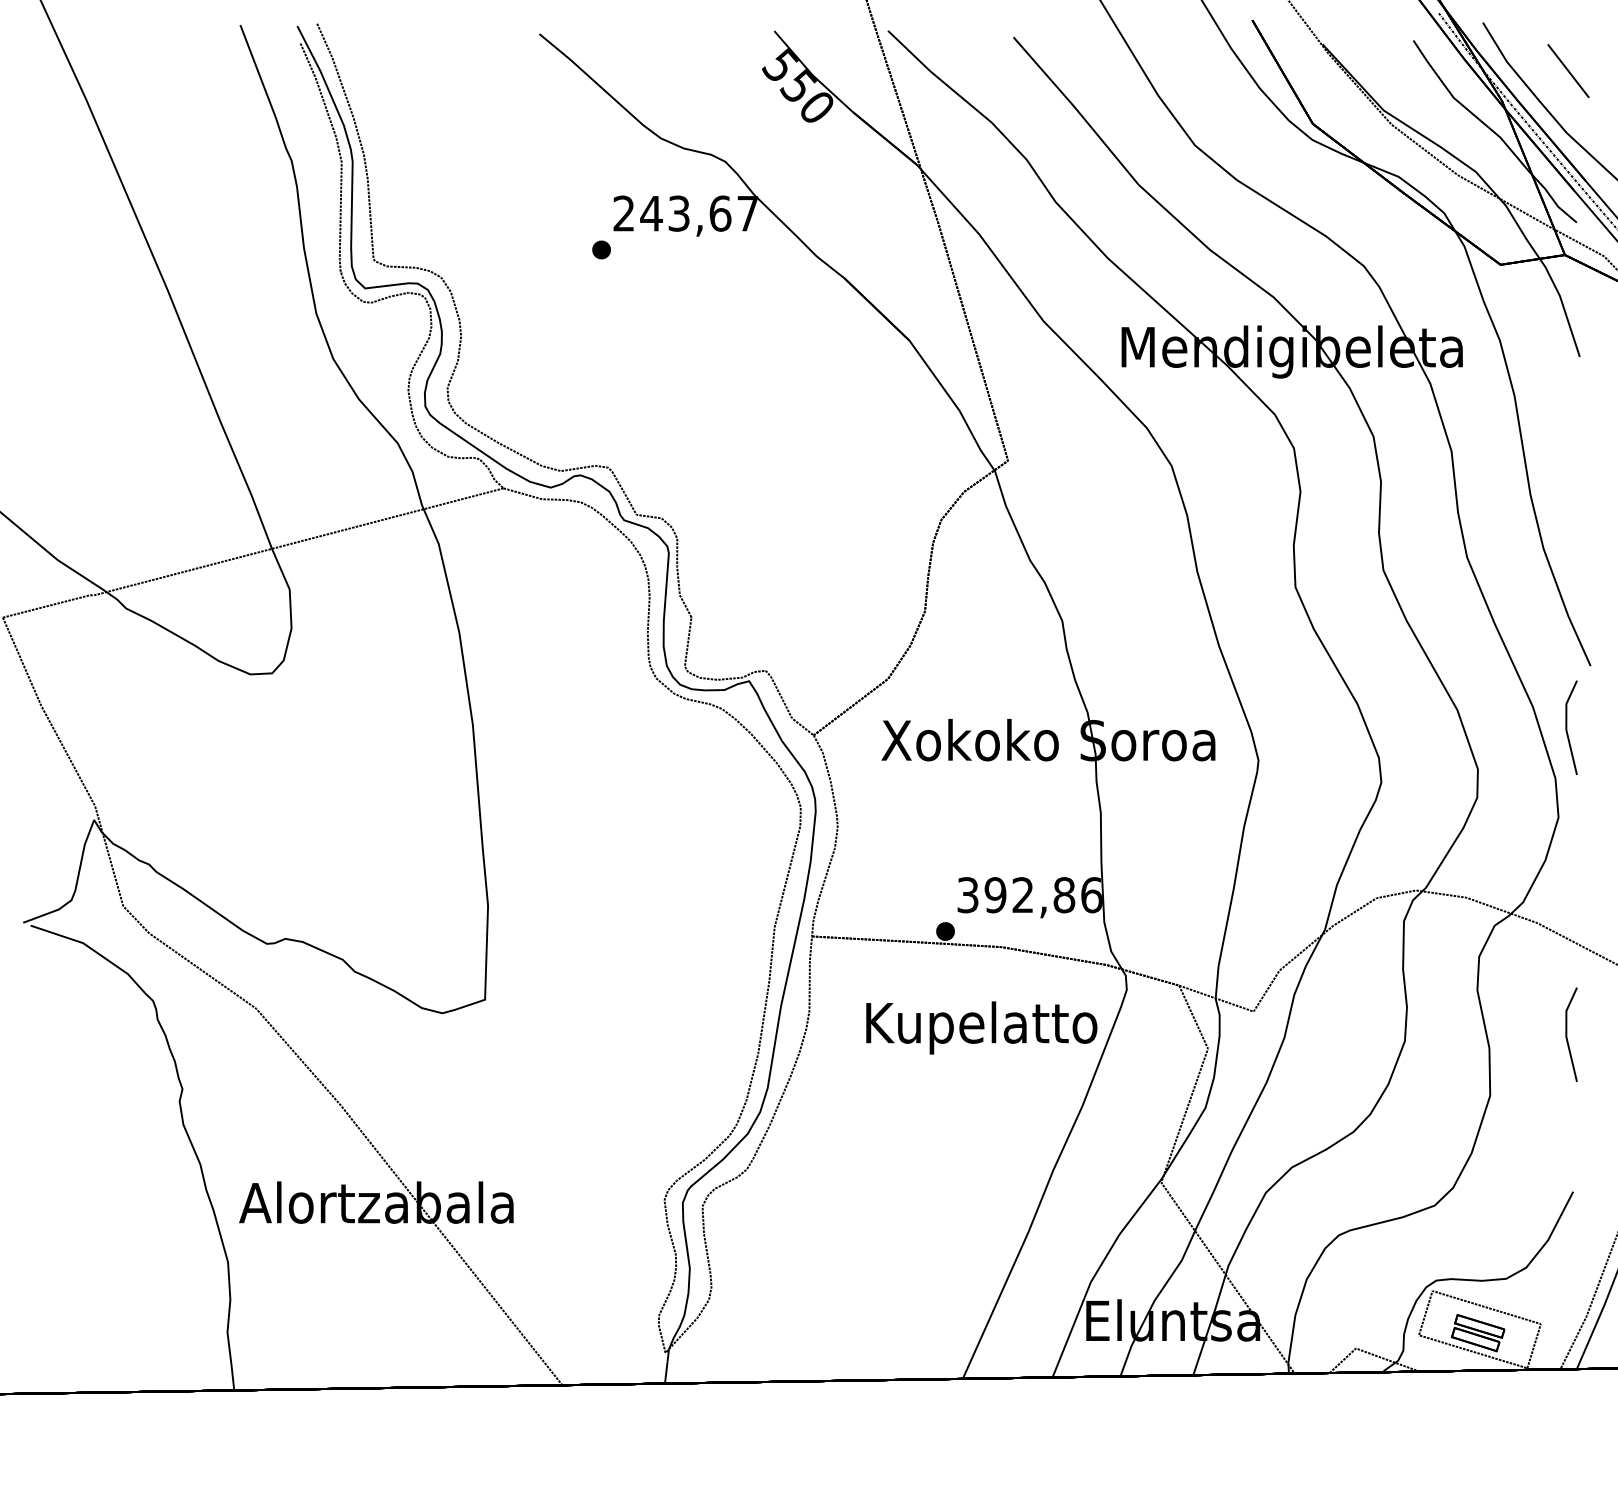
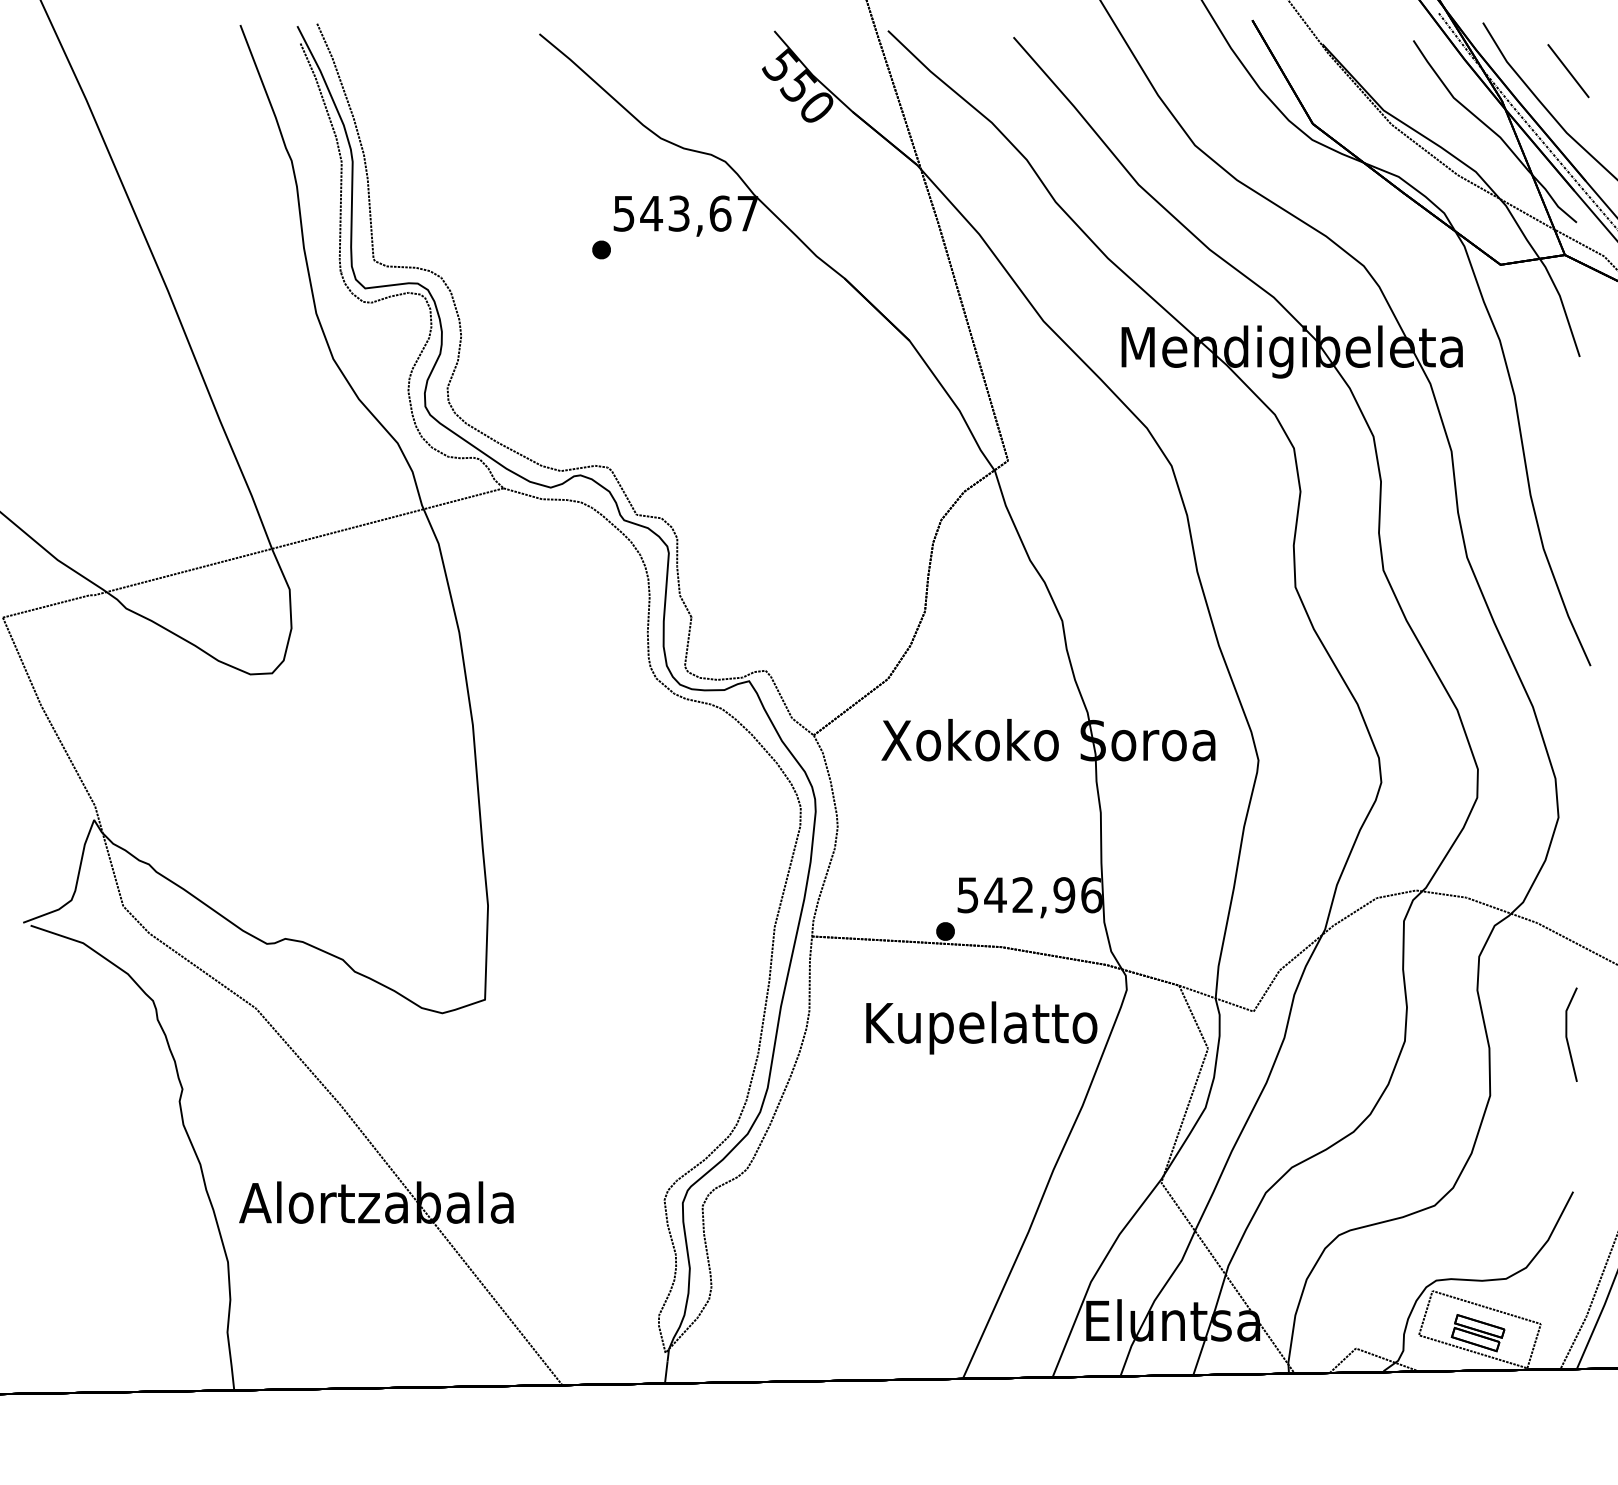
text at (623, 213): 243,67 -> 543,67
line at (1567, 727): present -> none
text at (1016, 895): 392,86 -> 542,96
